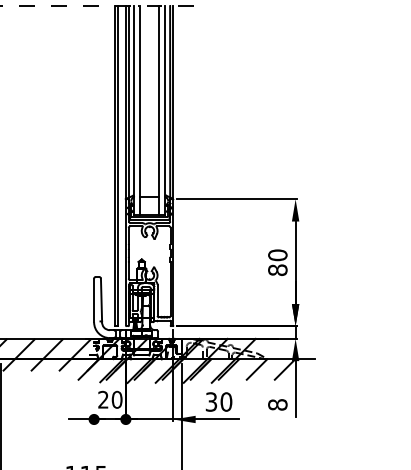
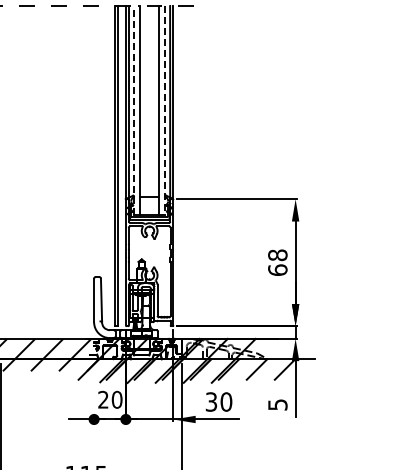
line at (133, 109): solid -> dashed
line at (165, 110): solid -> dashed
text at (277, 262): 80 -> 68
text at (277, 404): 8 -> 5
